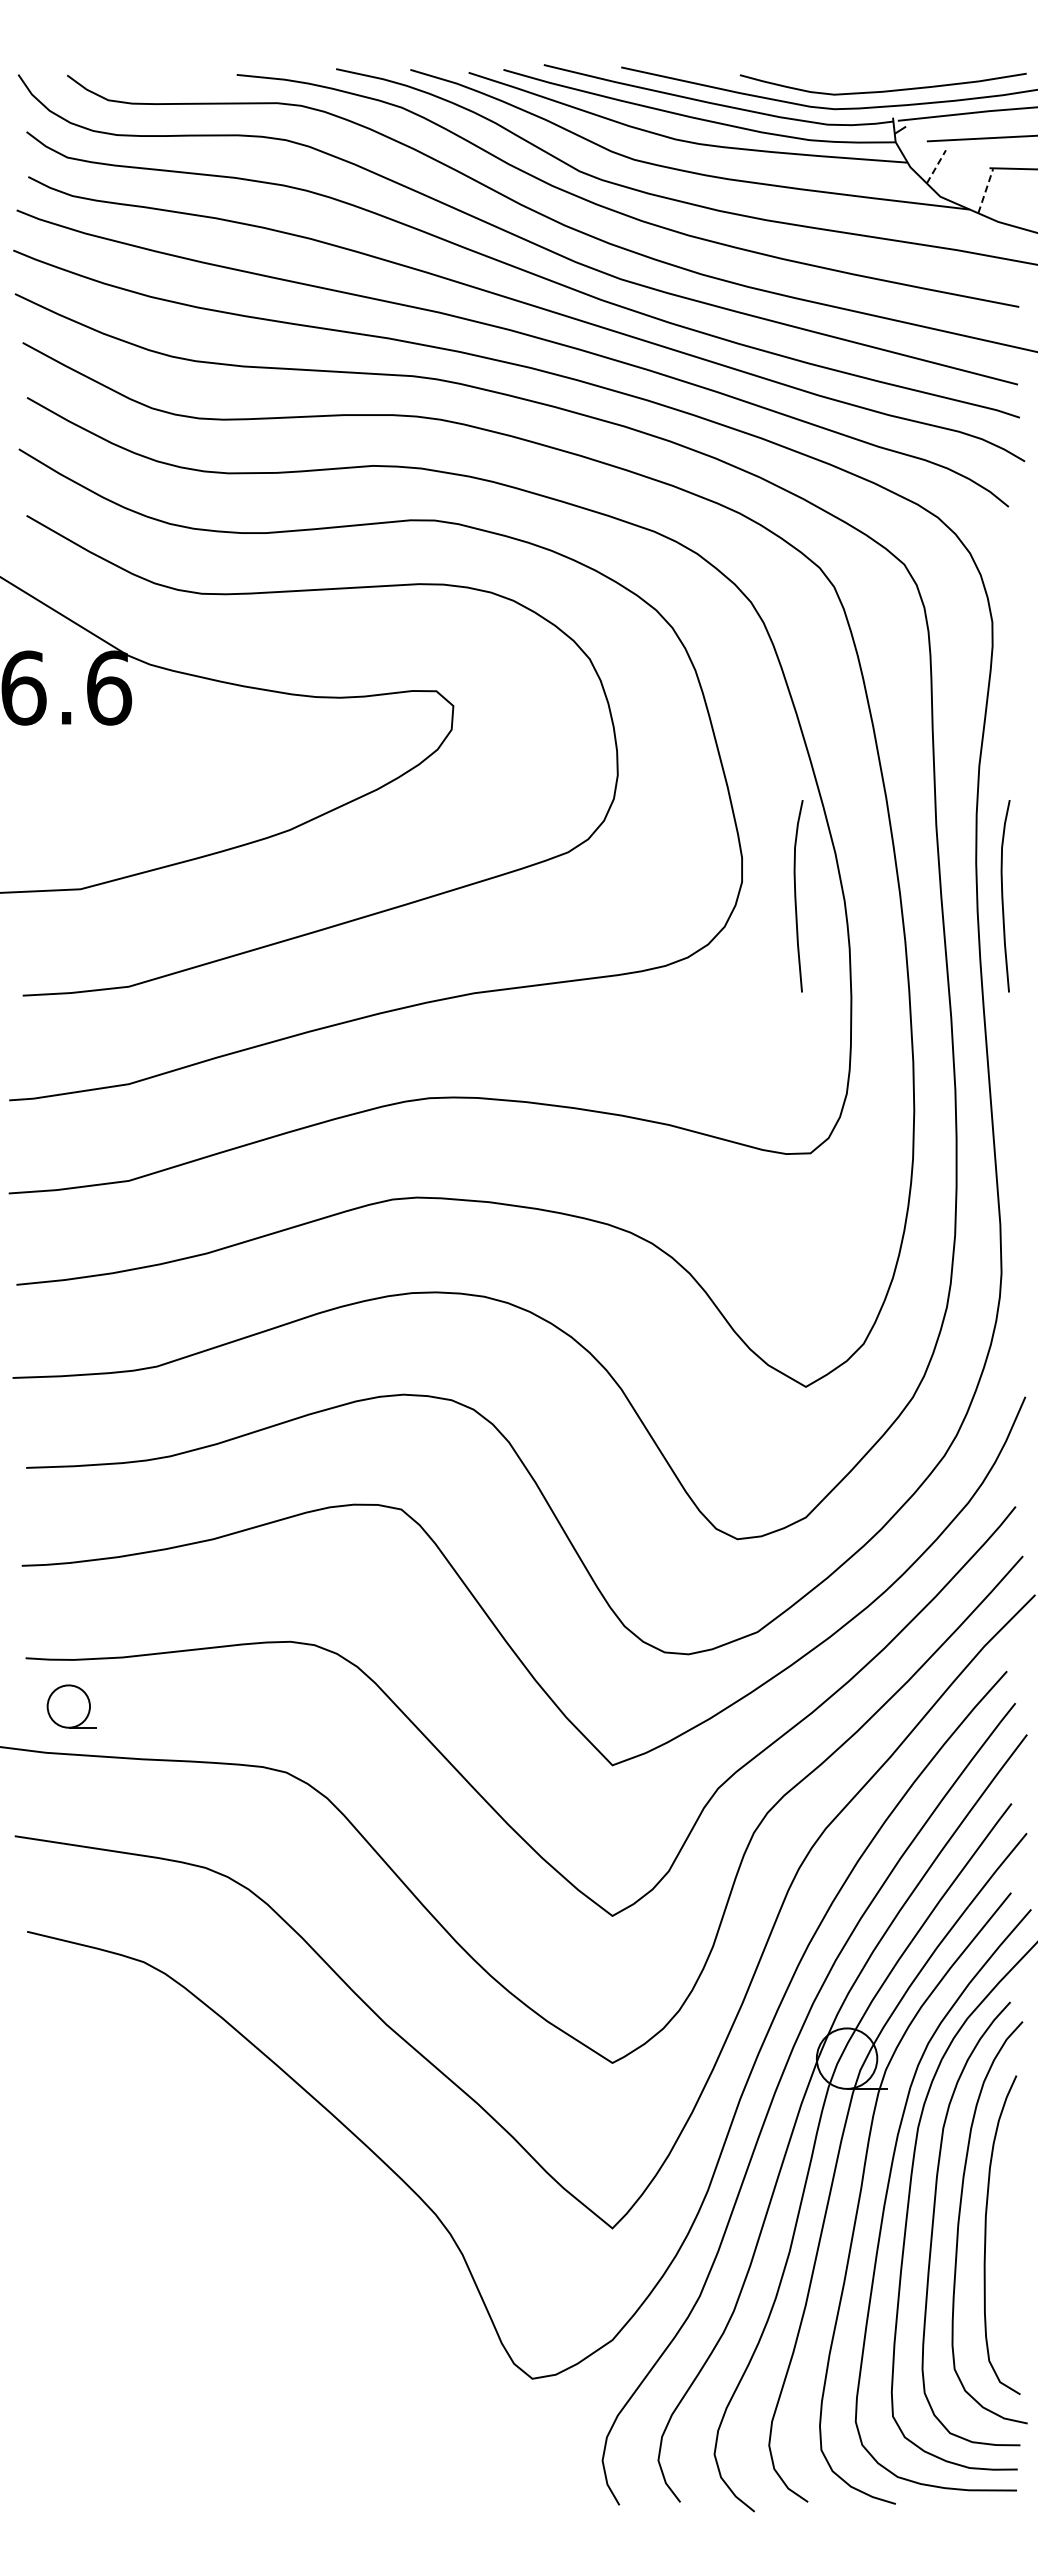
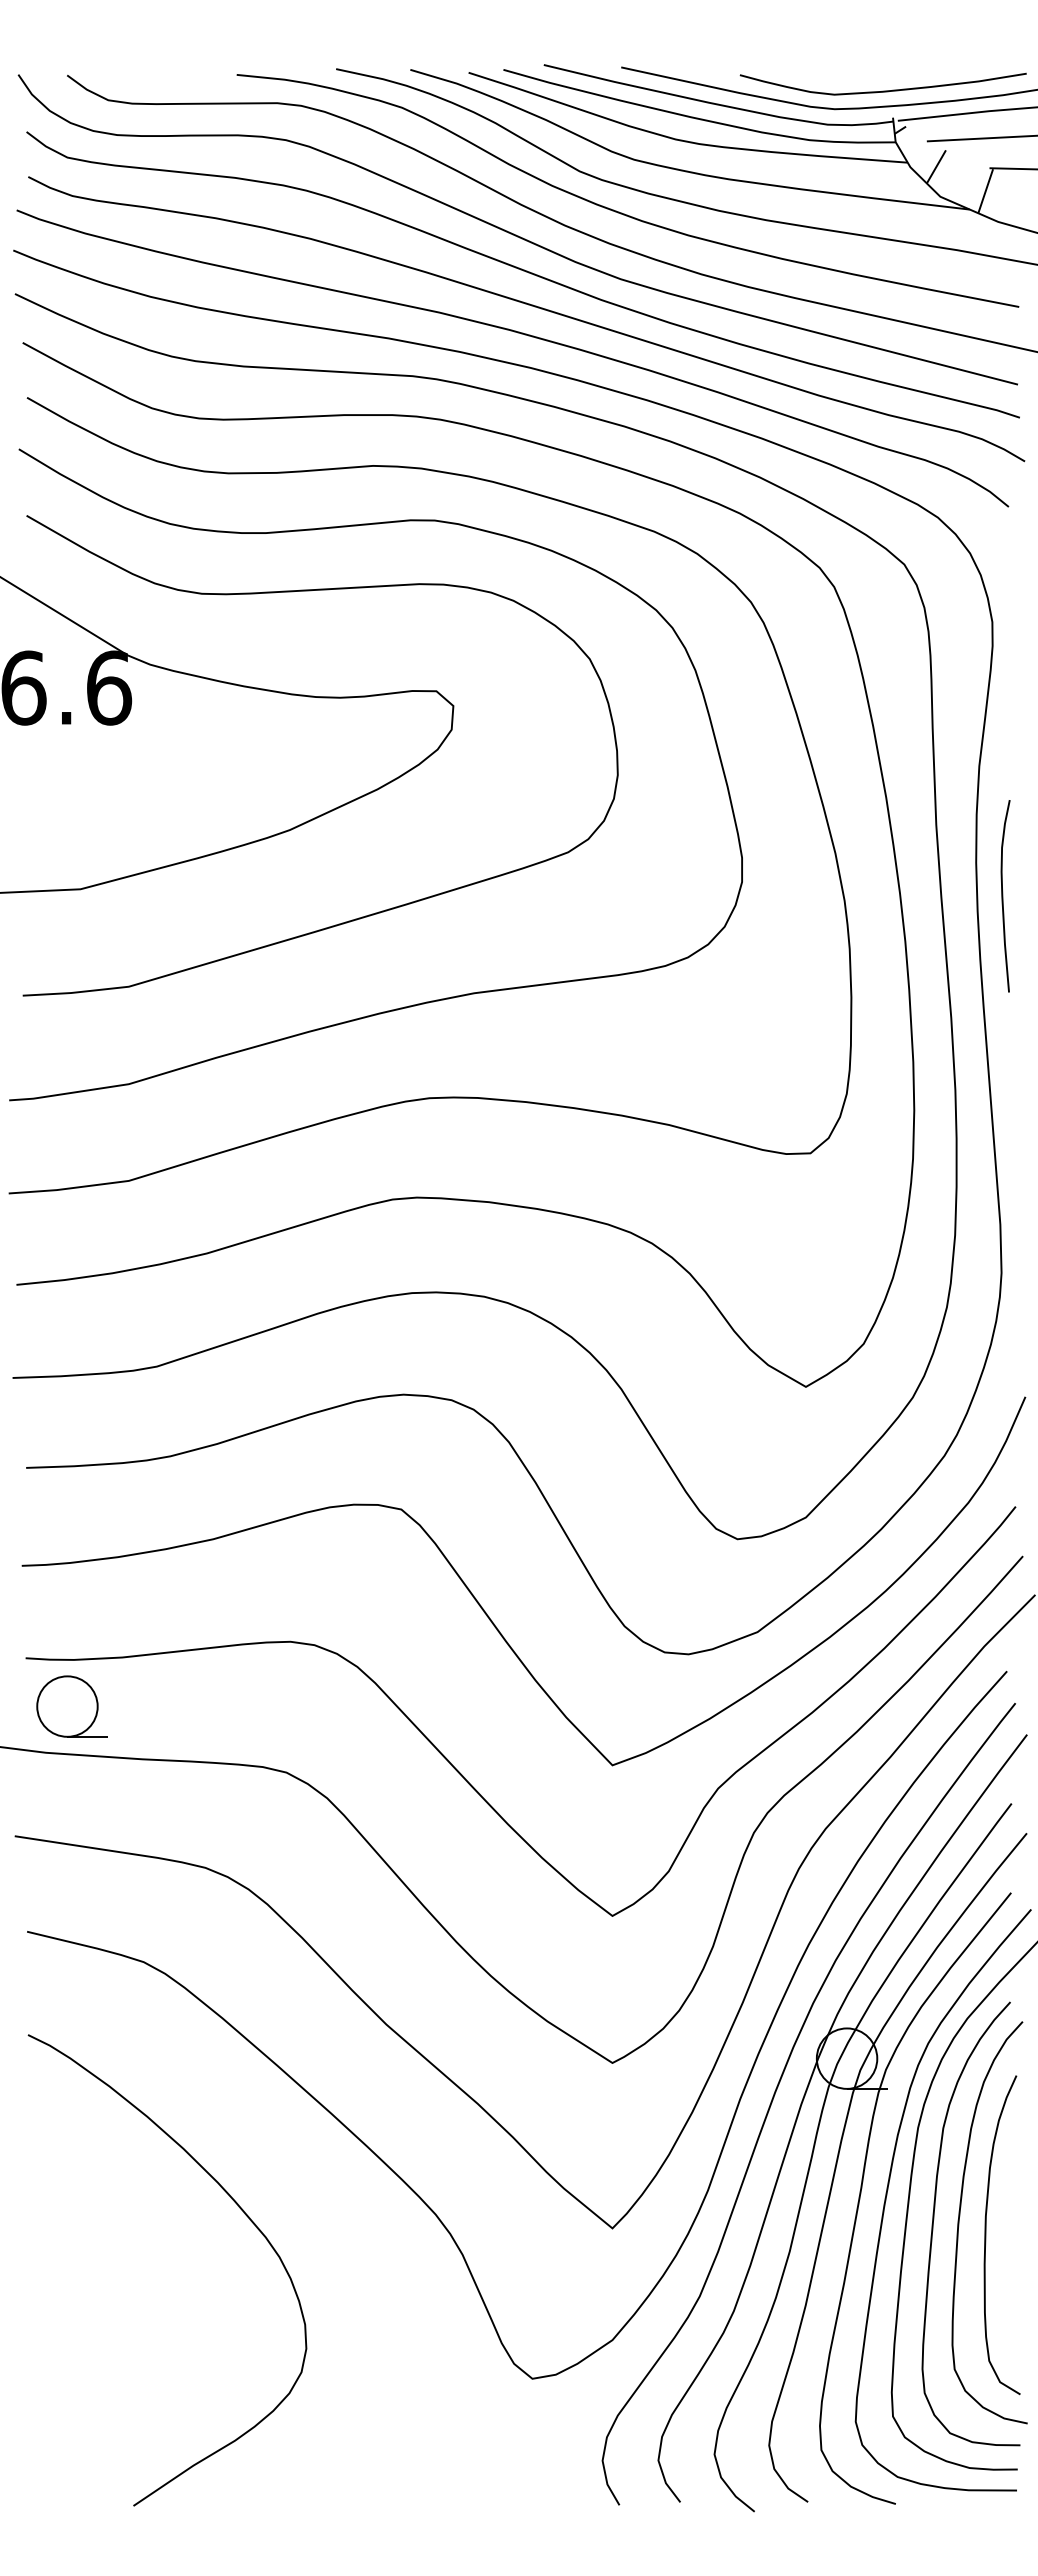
line at (936, 166): dashed -> solid
line at (985, 190): dashed -> solid
curve at (796, 896): present -> none
part at (71, 1706) size: 51x45 px -> 72x63 px
curve at (238, 2207): none -> present
